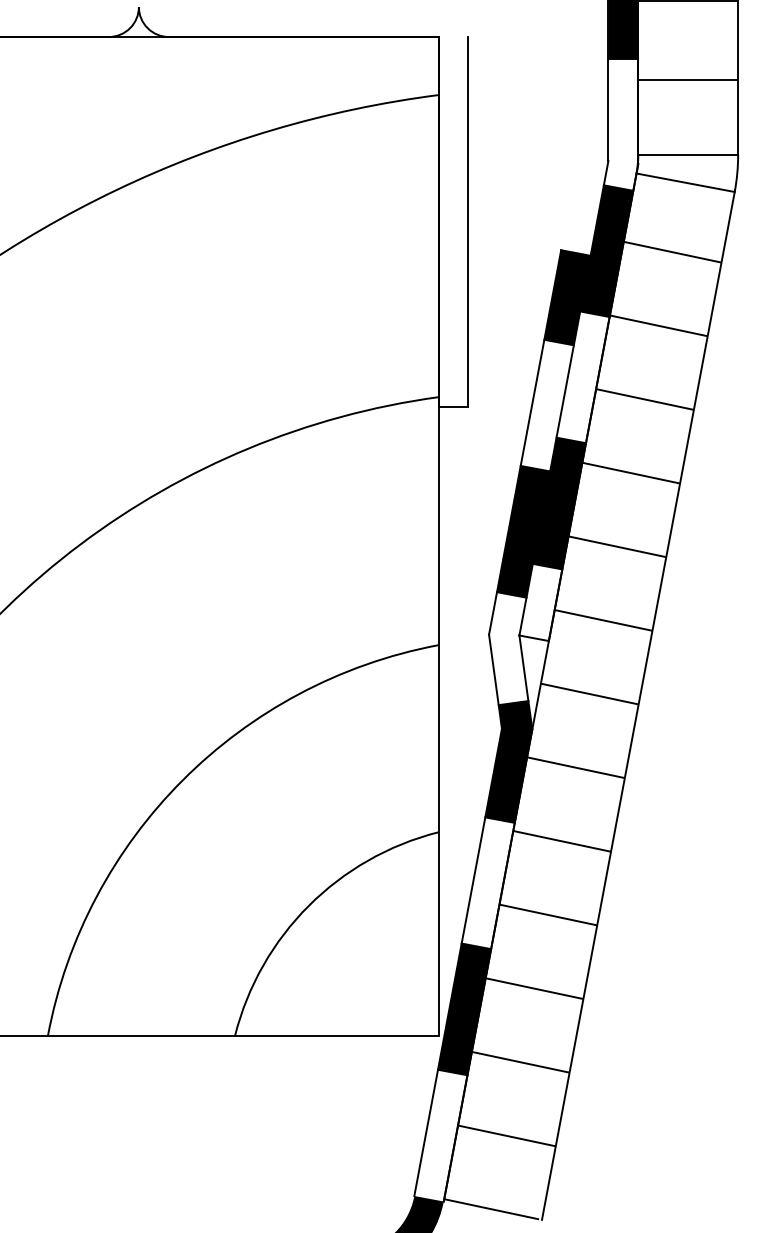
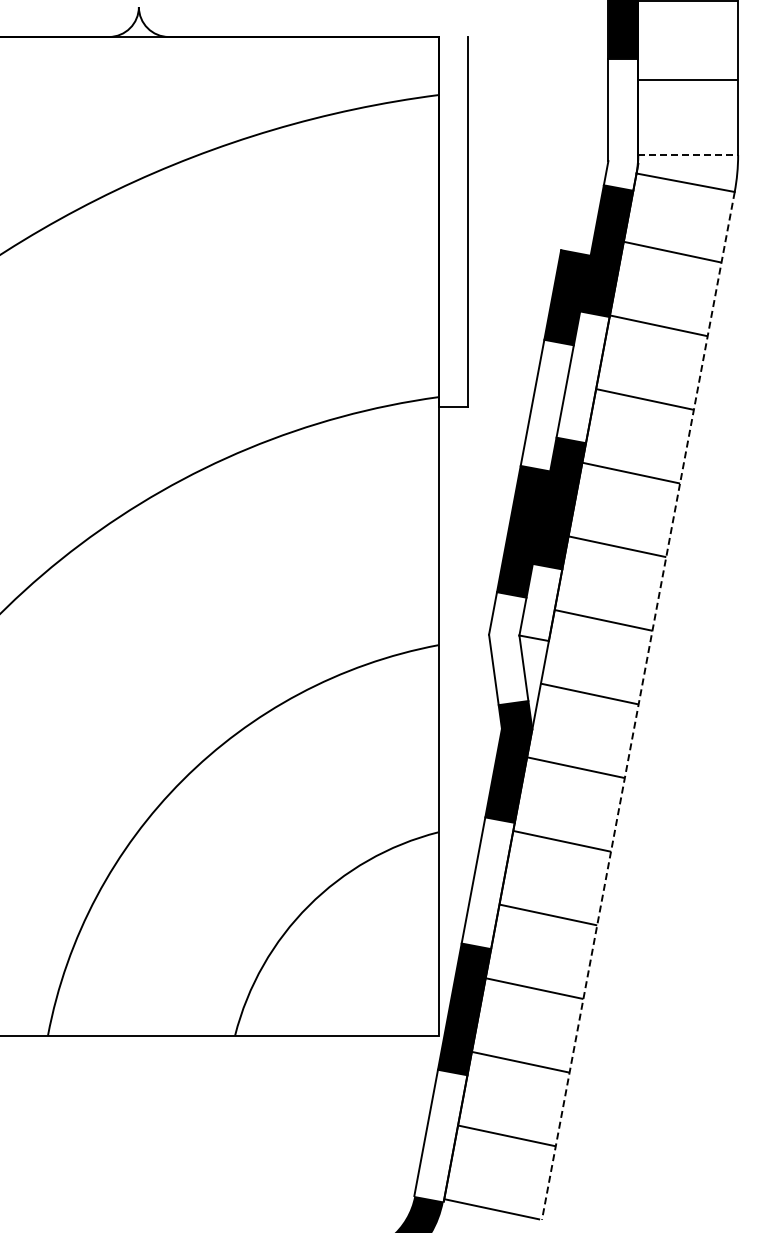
line at (688, 155): solid -> dashed
line at (638, 705): solid -> dashed
